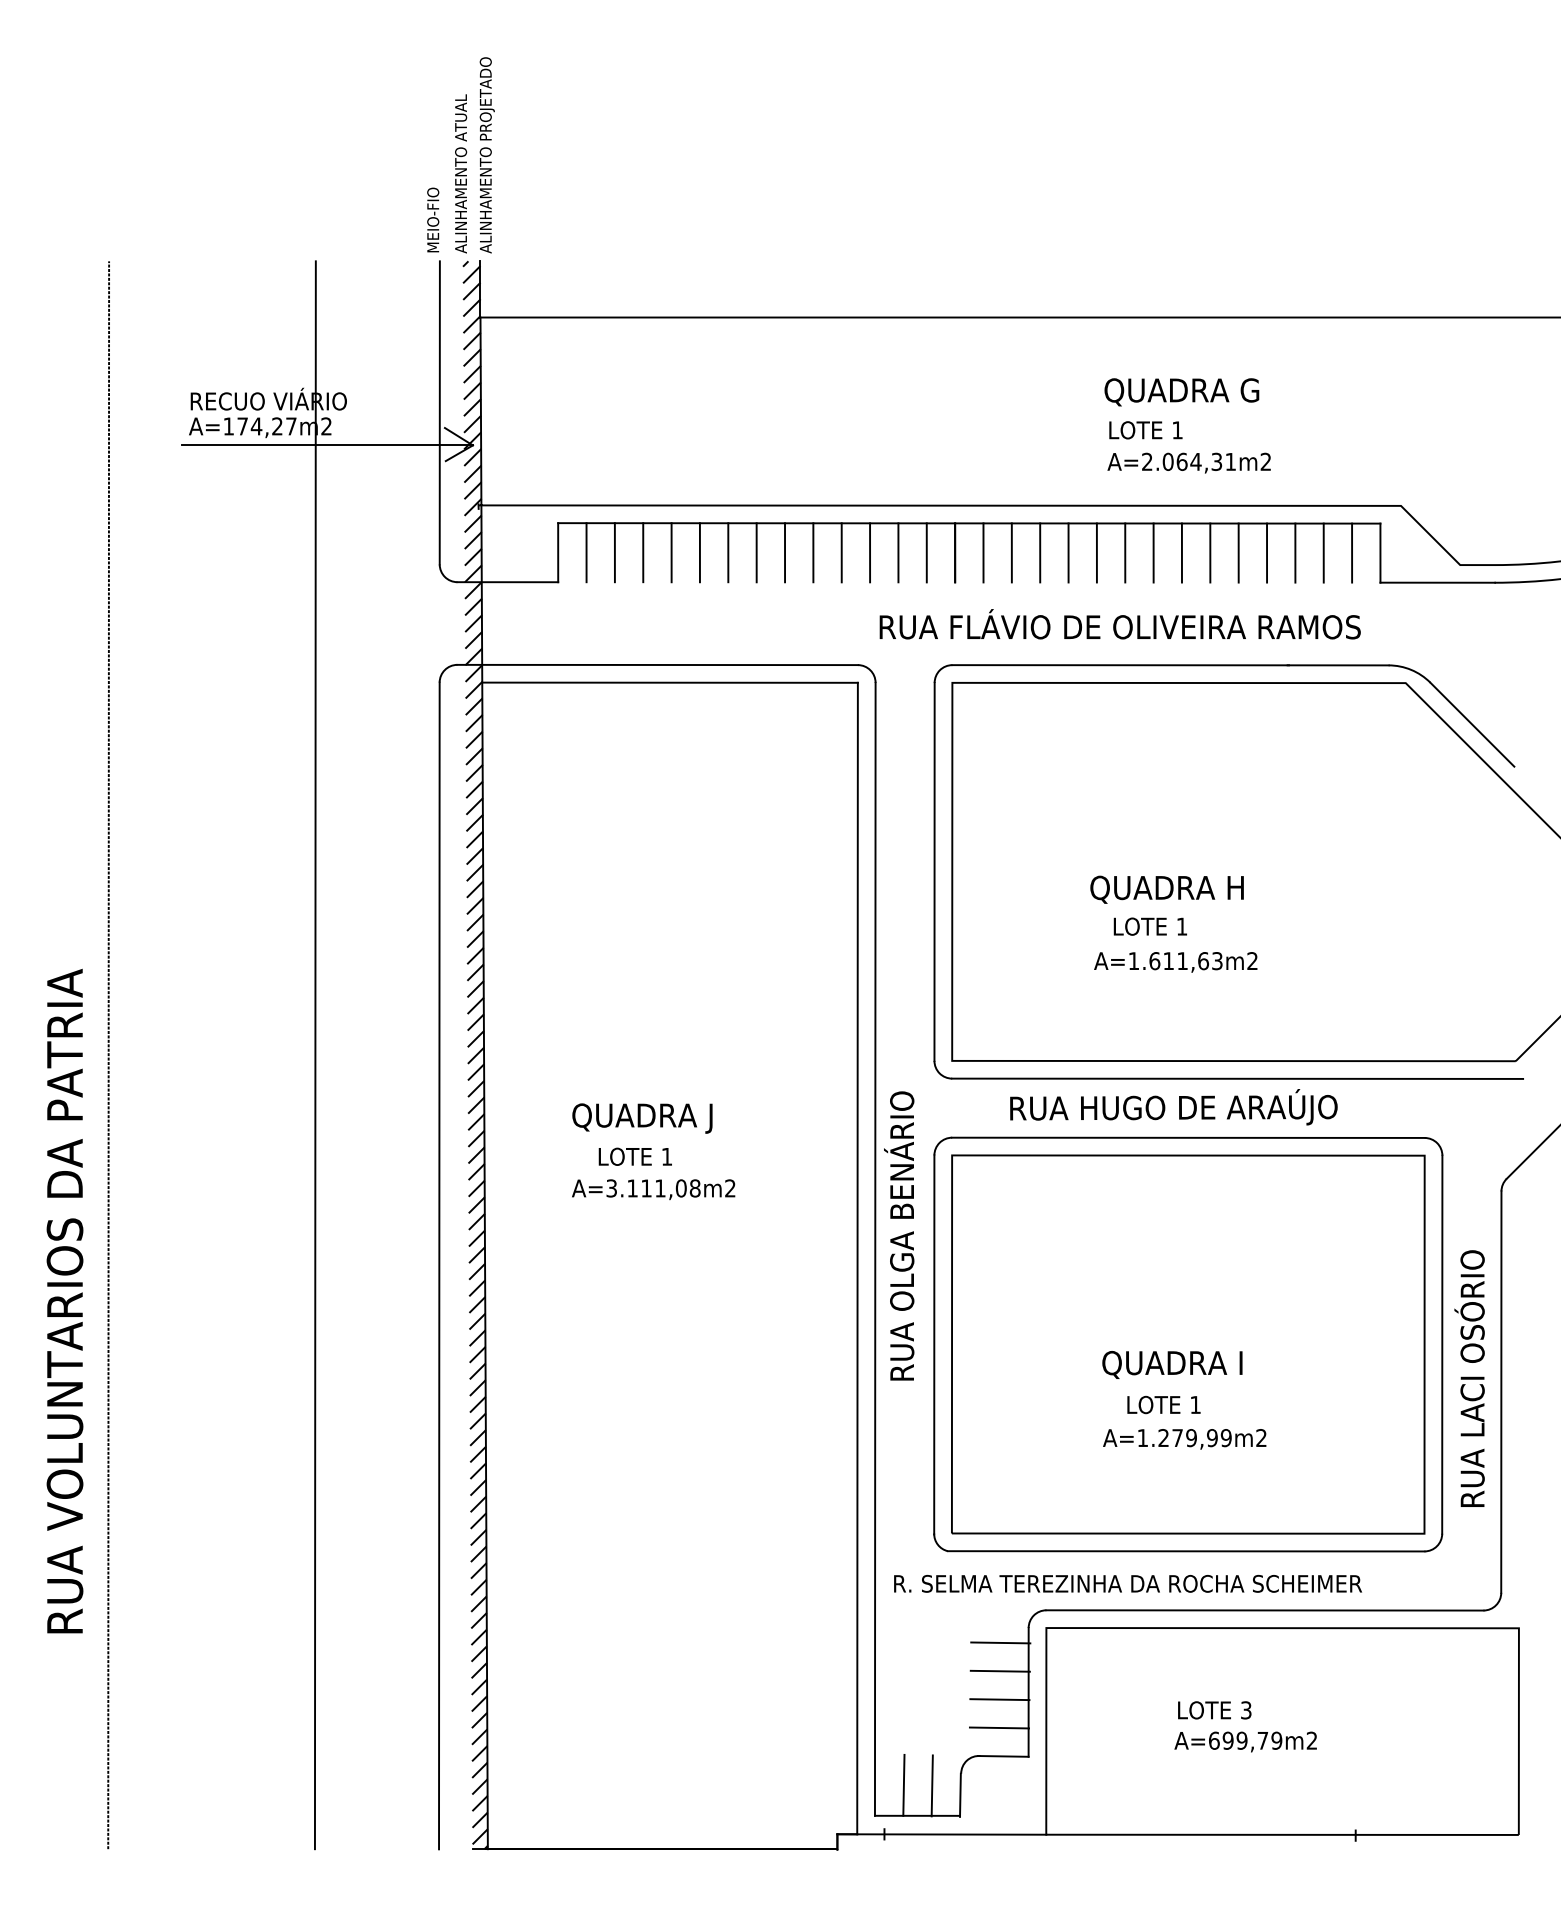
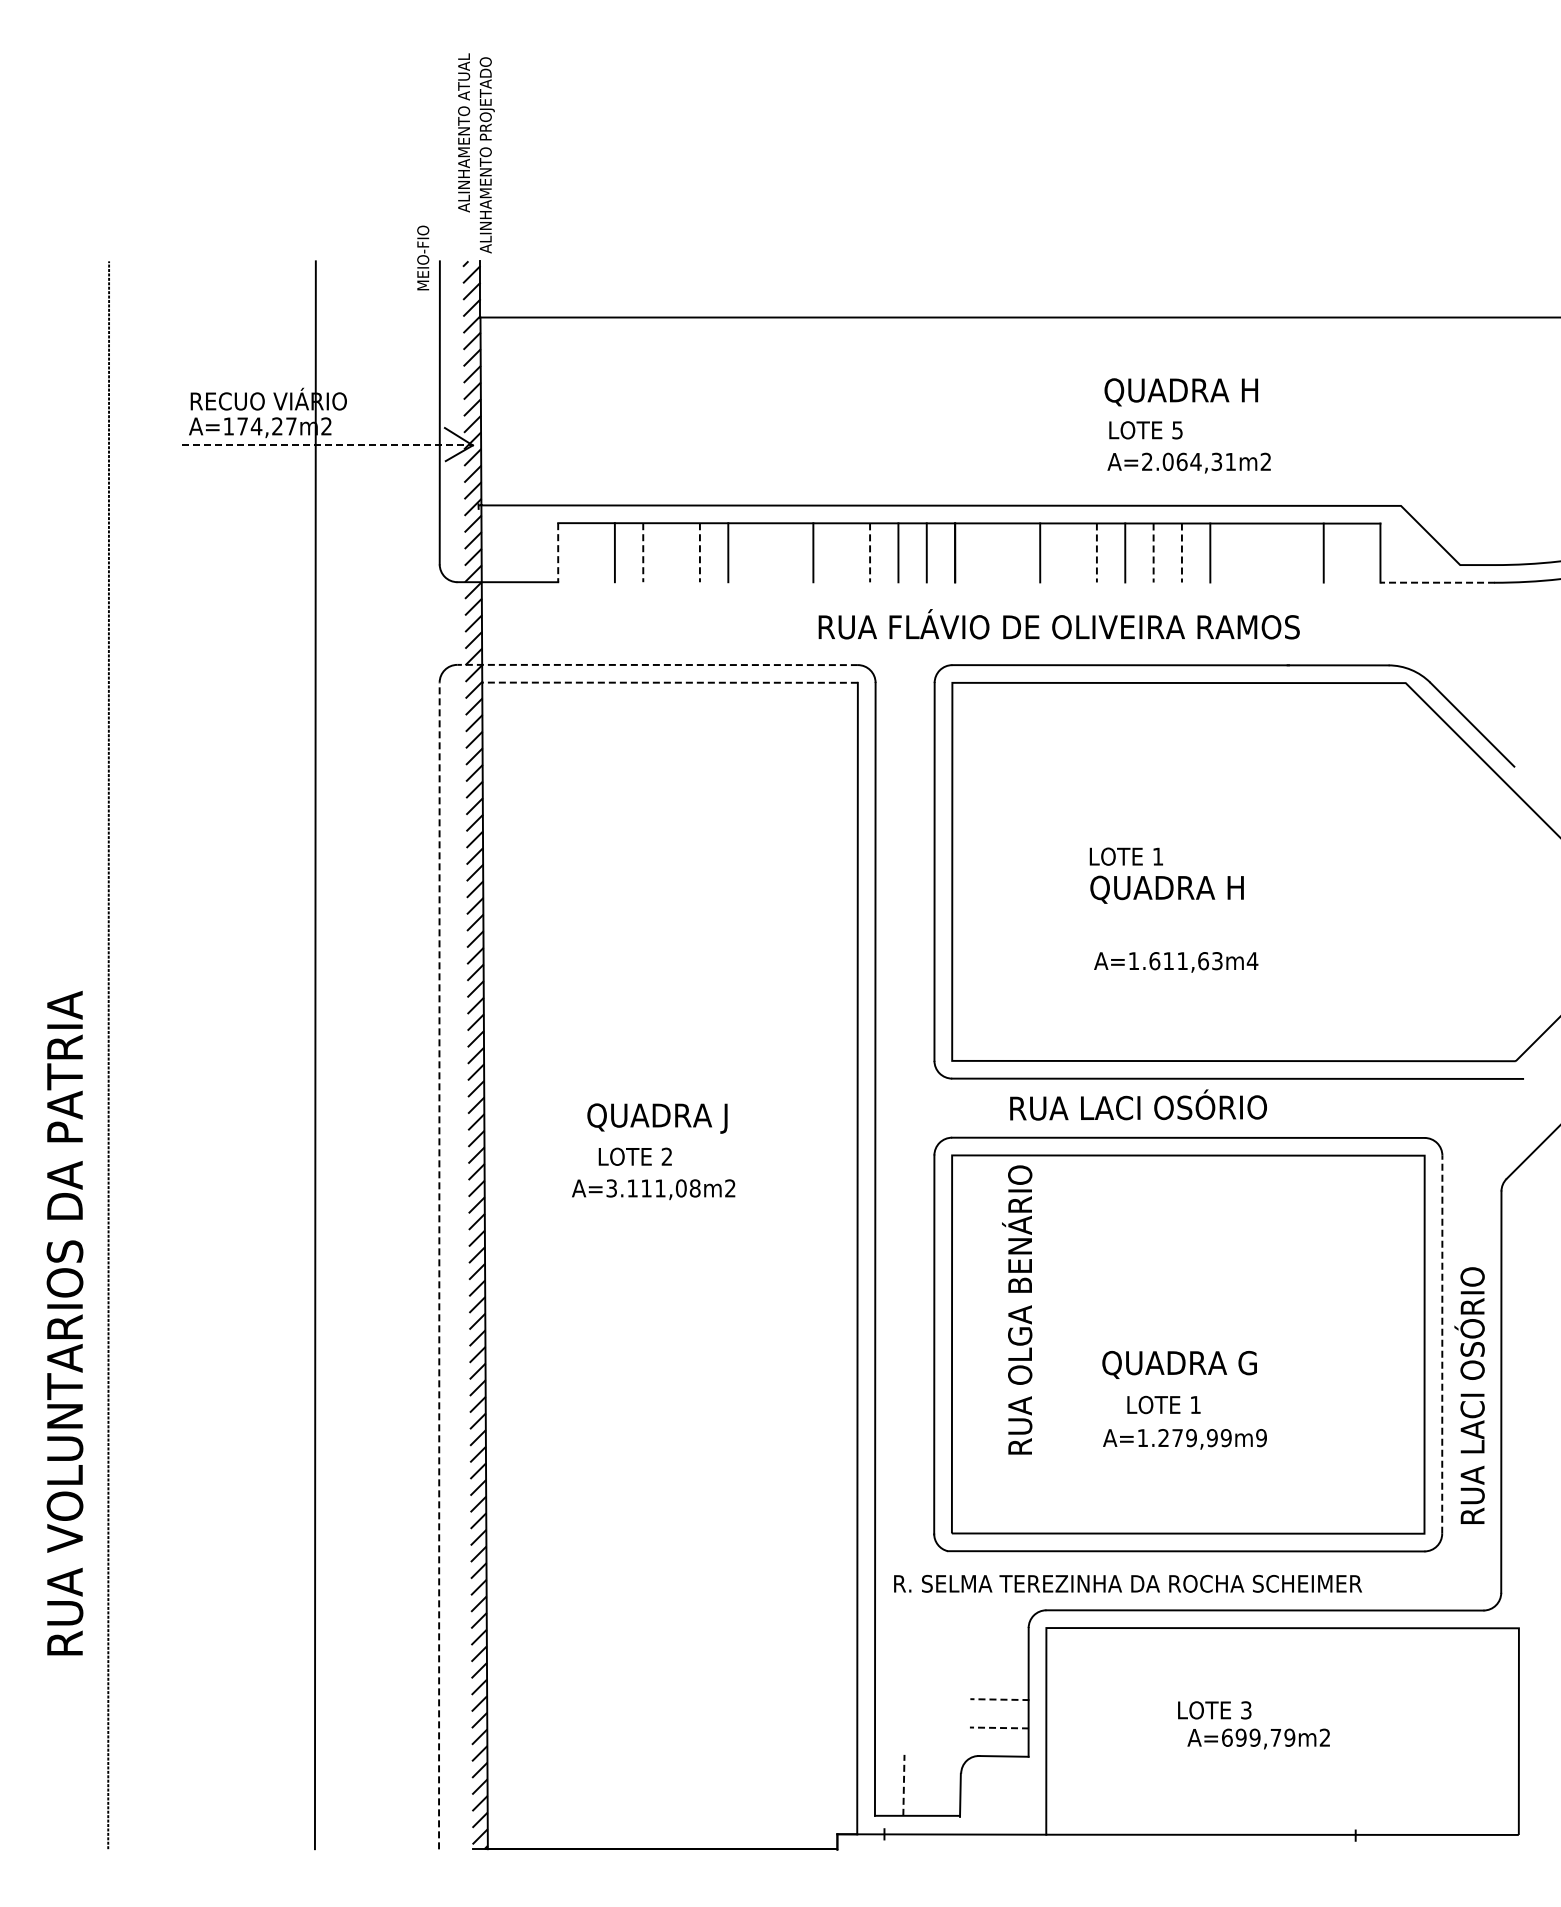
text at (461, 173) position: (461, 173) -> (464, 132)
text at (433, 219) position: (433, 219) -> (423, 257)
text at (1249, 390): QUADRA G -> QUADRA H
text at (1177, 430): 1 -> 5
line at (328, 445): solid -> dashed
line at (558, 552): solid -> dashed
line at (586, 552): present -> none
line at (671, 552): present -> none
line at (699, 552): solid -> dashed
line at (756, 552): present -> none
line at (785, 552): present -> none
line at (841, 552): present -> none
line at (983, 552): present -> none
line at (1011, 552): present -> none
line at (1068, 552): present -> none
line at (1096, 552): solid -> dashed
line at (1238, 552): present -> none
line at (1267, 552): present -> none
line at (1295, 552): present -> none
line at (1352, 552): present -> none
line at (643, 553): solid -> dashed
line at (870, 553): solid -> dashed
line at (1153, 553): solid -> dashed
line at (1181, 553): solid -> dashed
line at (1437, 582): solid -> dashed
text at (1119, 624) position: (1119, 624) -> (1058, 624)
line at (657, 664): solid -> dashed
line at (670, 682): solid -> dashed
text at (1149, 926) position: (1149, 926) -> (1125, 856)
text at (1252, 960): A=1.611,63m2 -> A=1.611,63m4
text at (1210, 1107): RUA HUGO DE ARAÚJO -> RUA LACI OSÓRIO
text at (642, 1118) position: (642, 1118) -> (657, 1118)
text at (666, 1156): 1 -> 2
text at (899, 1235) position: (899, 1235) -> (1017, 1309)
line at (439, 1265): solid -> dashed
text at (64, 1300) position: (64, 1300) -> (64, 1322)
line at (1442, 1344): solid -> dashed
text at (1247, 1362): QUADRA I -> QUADRA G
text at (1469, 1378) position: (1469, 1378) -> (1469, 1395)
text at (1261, 1438): A=1.279,99m2 -> A=1.279,99m9
line at (1000, 1642): present -> none
line at (999, 1670): present -> none
line at (999, 1699): solid -> dashed
line at (999, 1727): solid -> dashed
text at (1245, 1741) position: (1245, 1741) -> (1258, 1738)
line at (903, 1784): solid -> dashed
line at (931, 1785): present -> none
